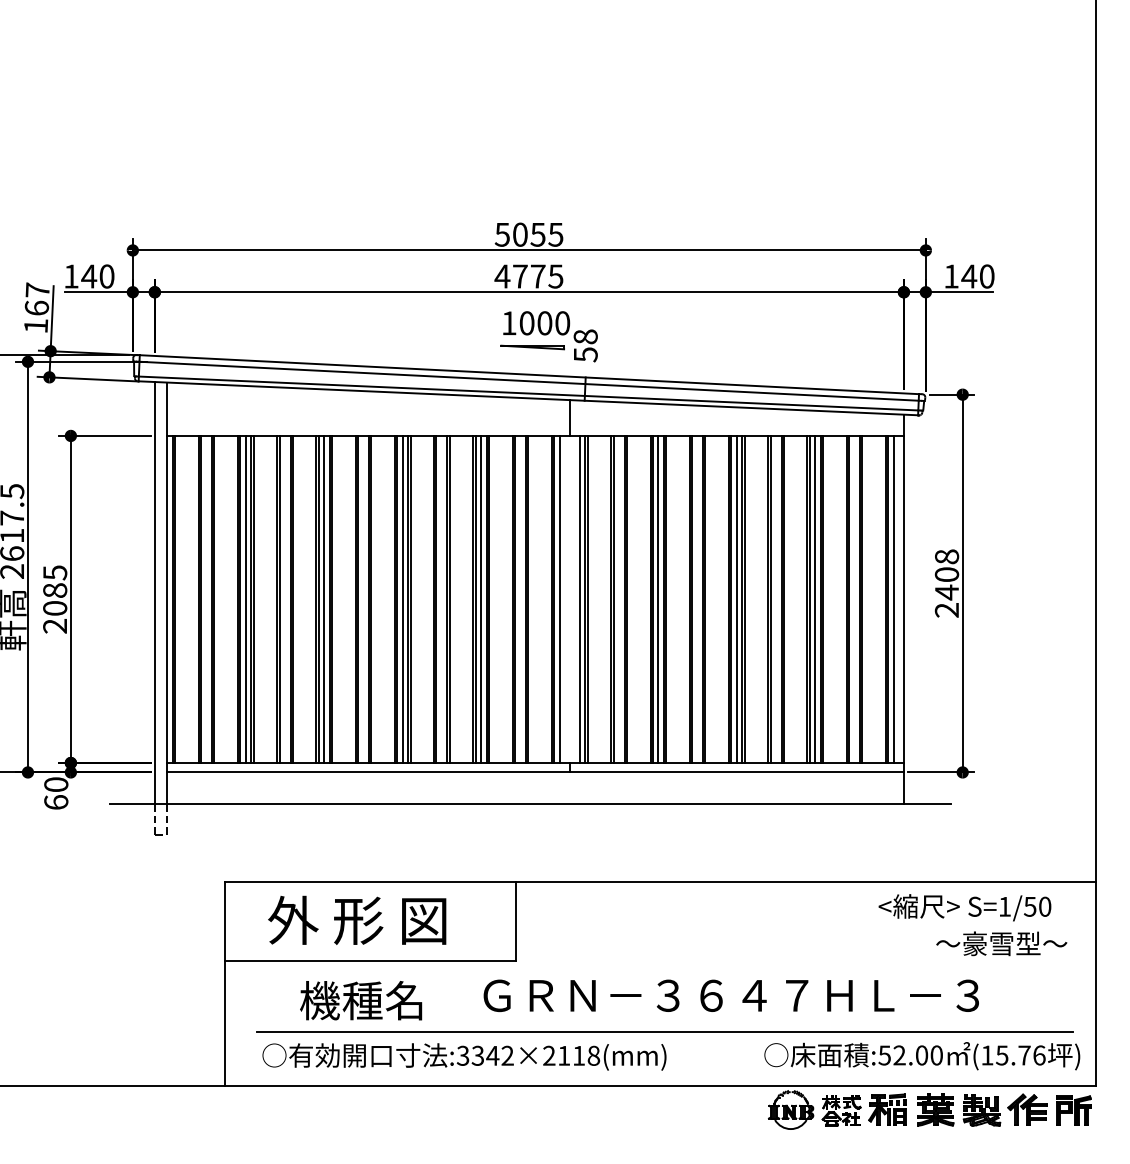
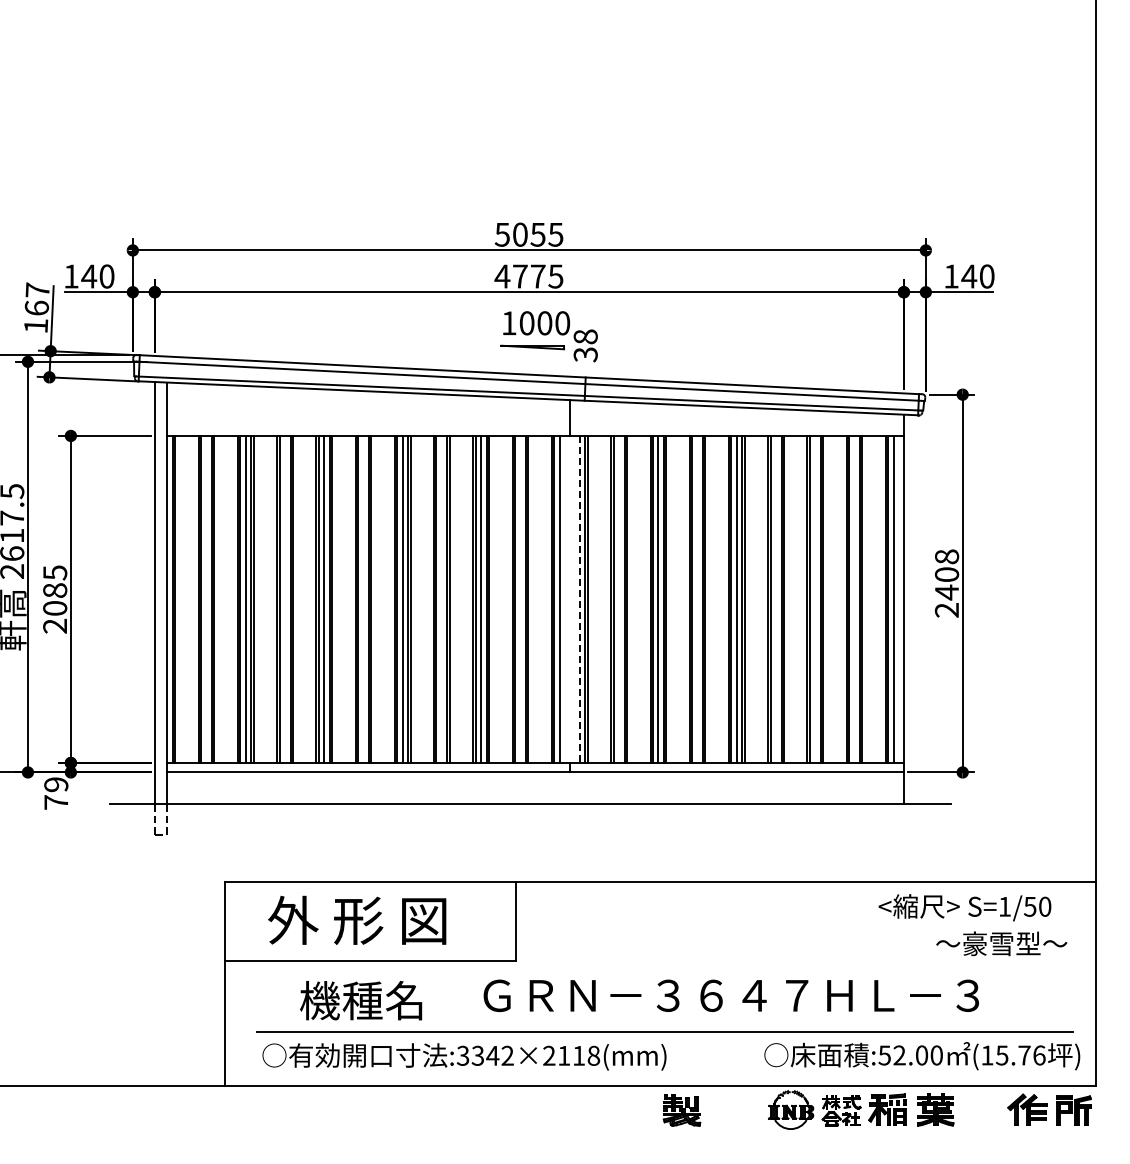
text at (585, 354): 58 -> 38
line at (579, 599): solid -> dashed
line at (815, 599): present -> none
text at (56, 793): 60 -> 79
part at (981, 1110) position: (981, 1110) -> (681, 1110)
